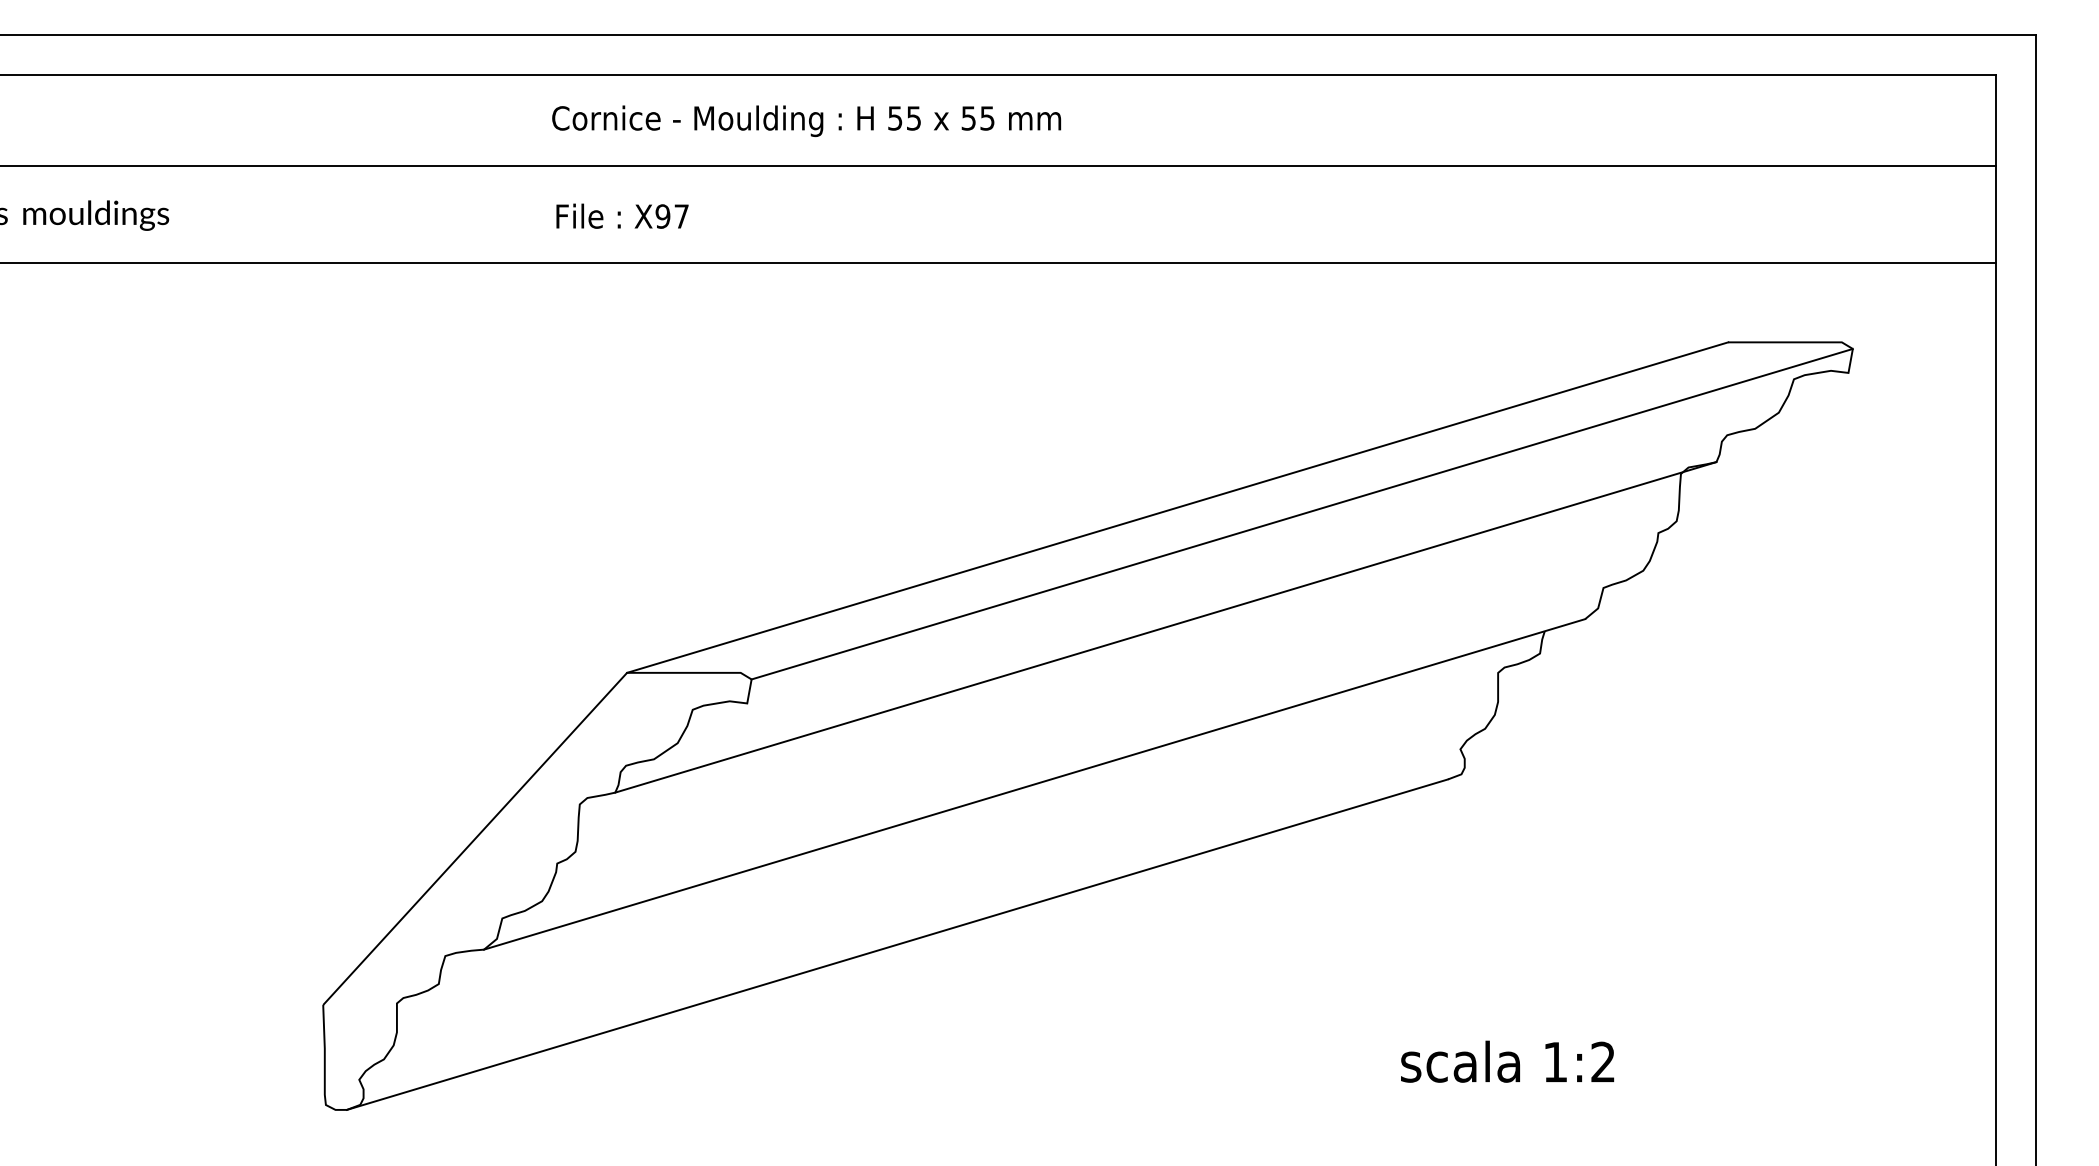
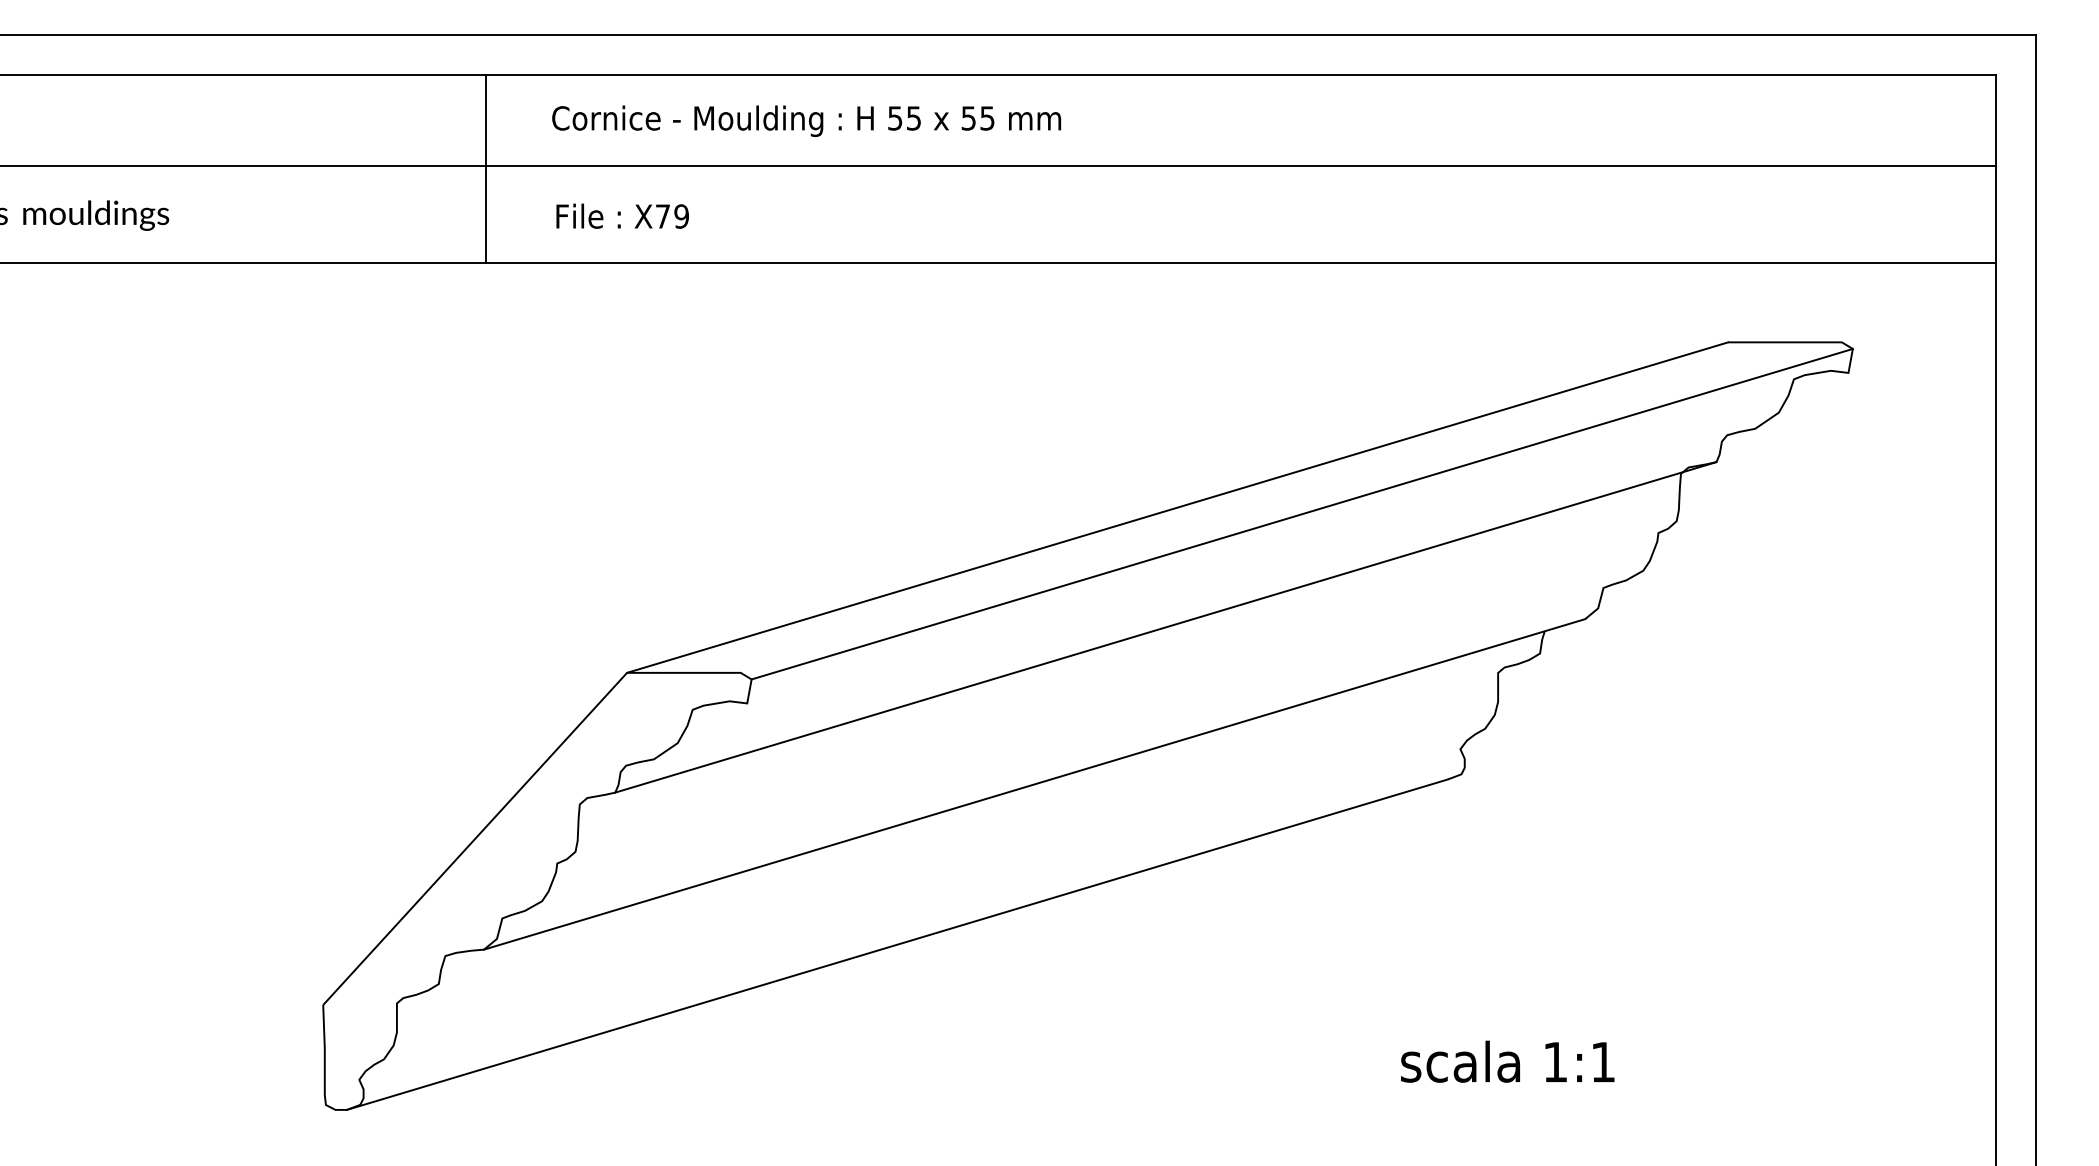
line at (486, 168): none -> present
text at (671, 216): X97 -> X79
text at (1602, 1061): 1:2 -> 1:1
